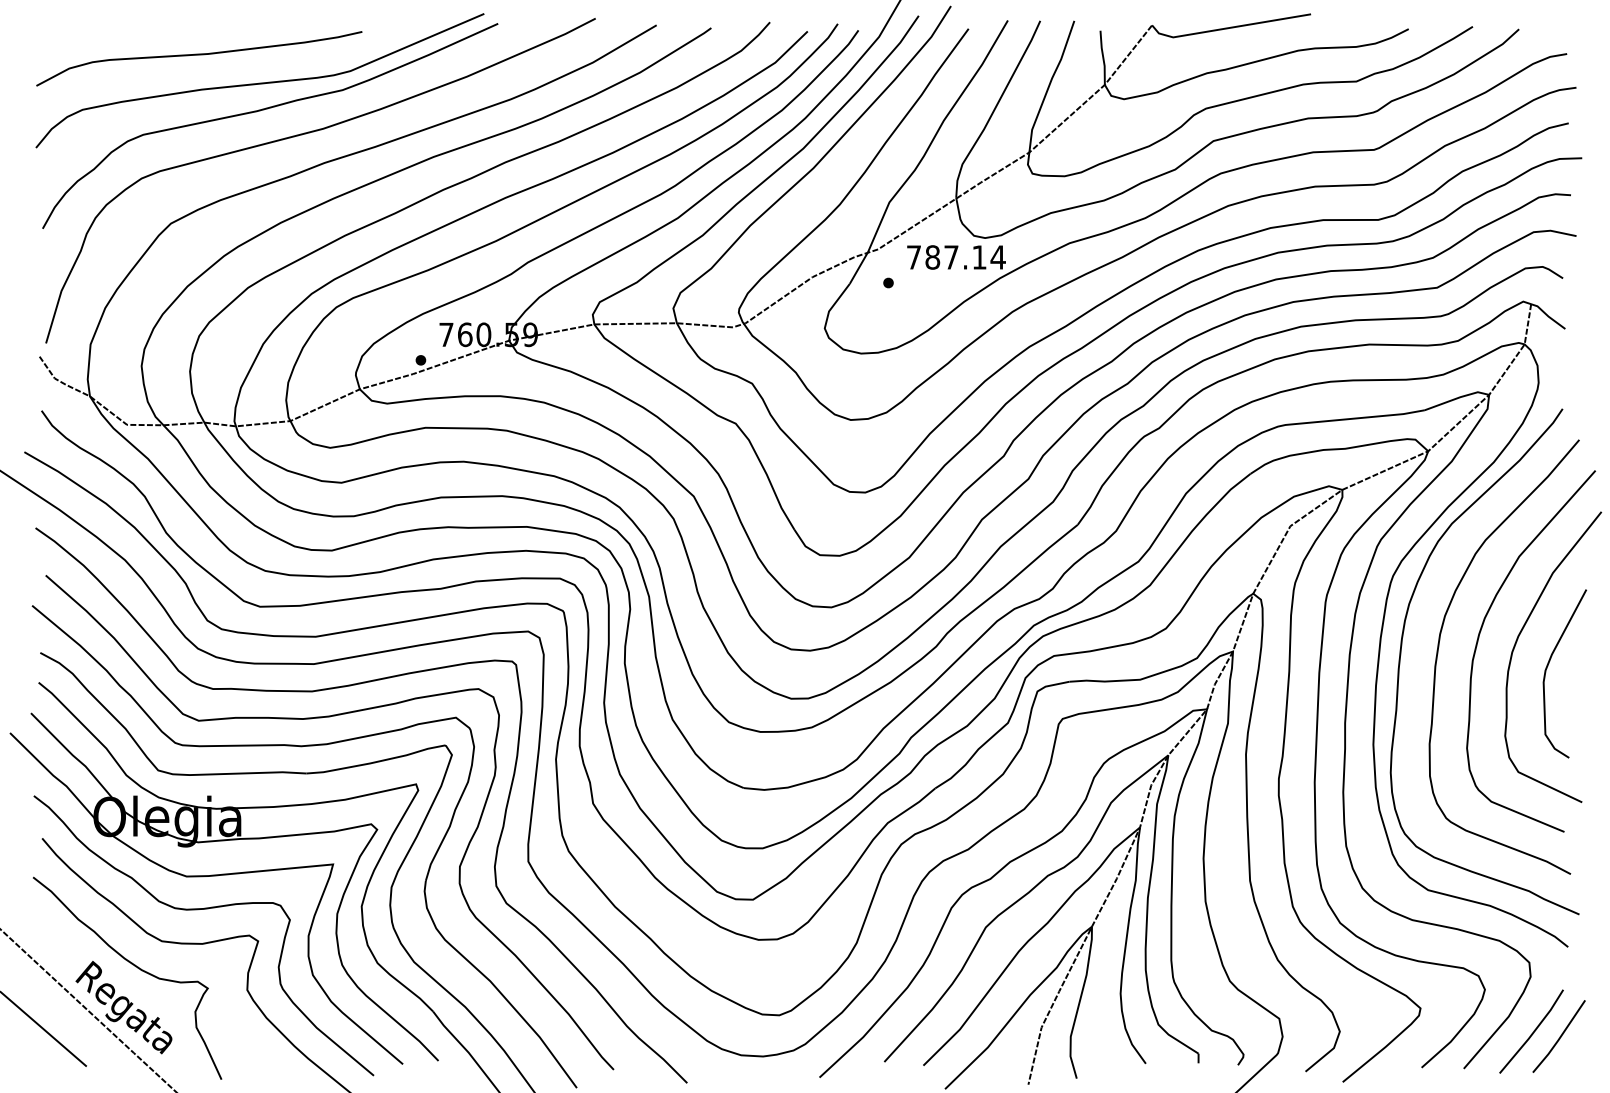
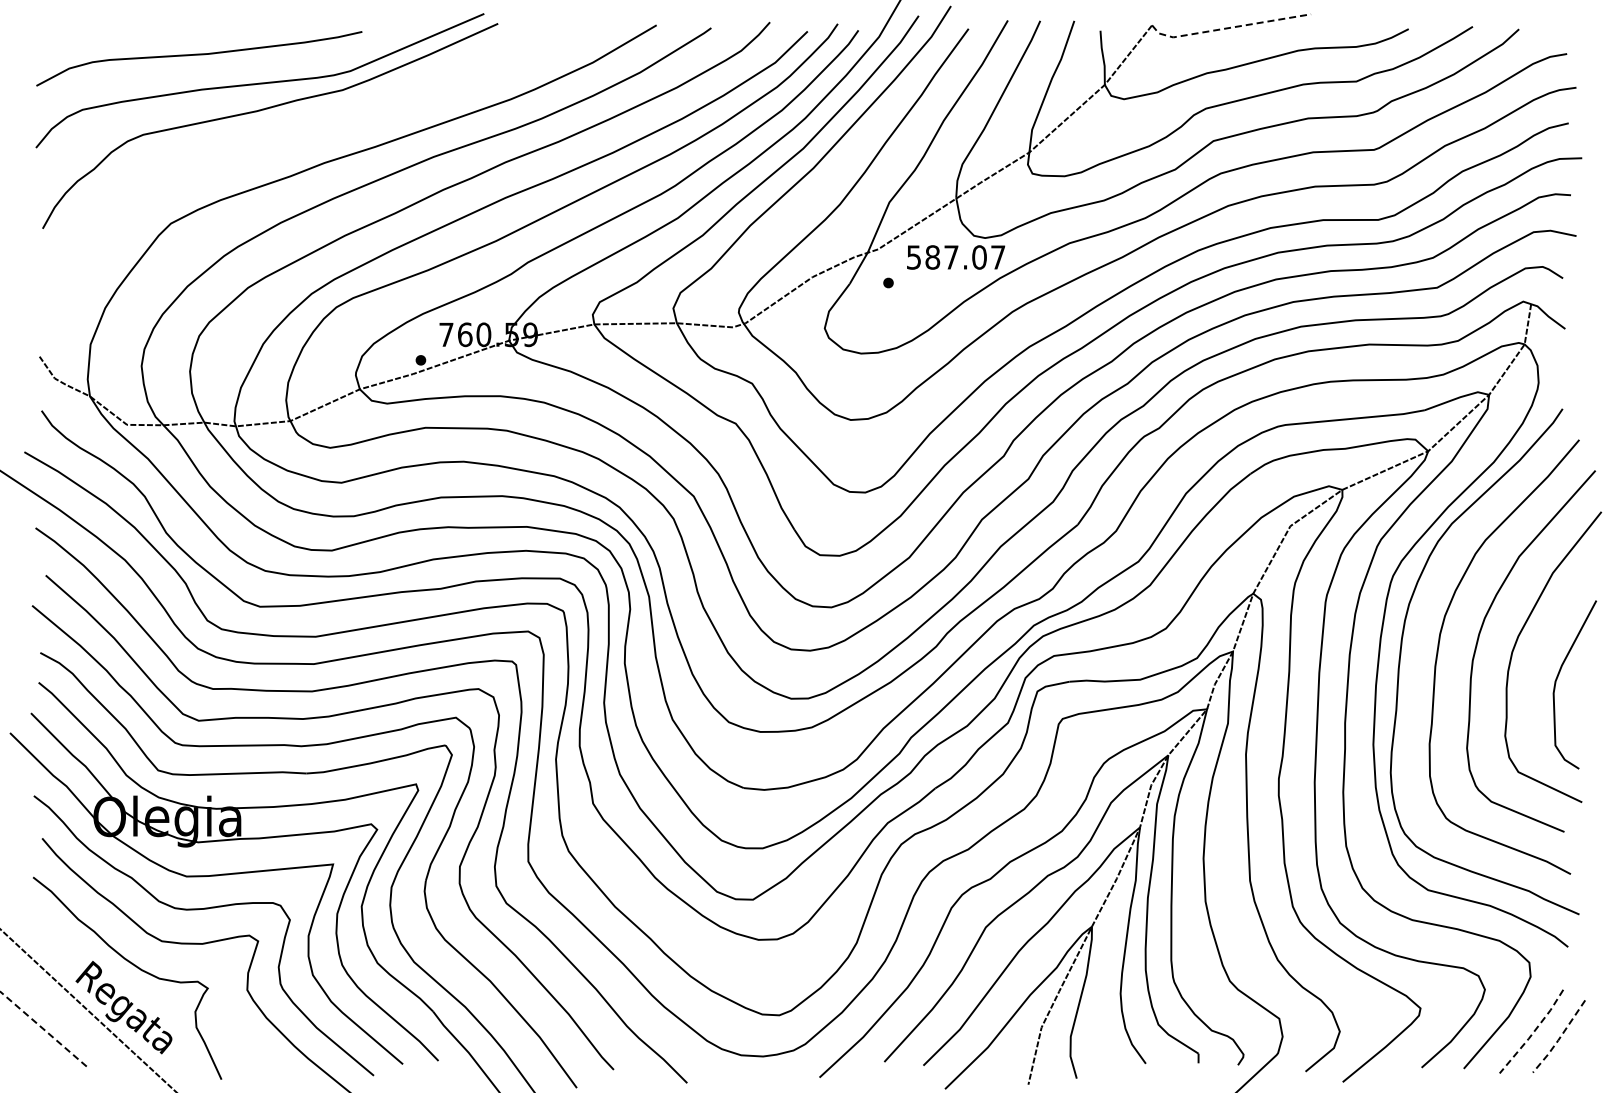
line at (1228, 28): solid -> dashed
curve at (306, 134): present -> none
text at (956, 257): 787.14 -> 587.07
curve at (1548, 666) position: (1548, 666) -> (1558, 677)
line at (43, 1029): solid -> dashed
line at (1533, 1032): solid -> dashed
line at (1559, 1038): solid -> dashed
